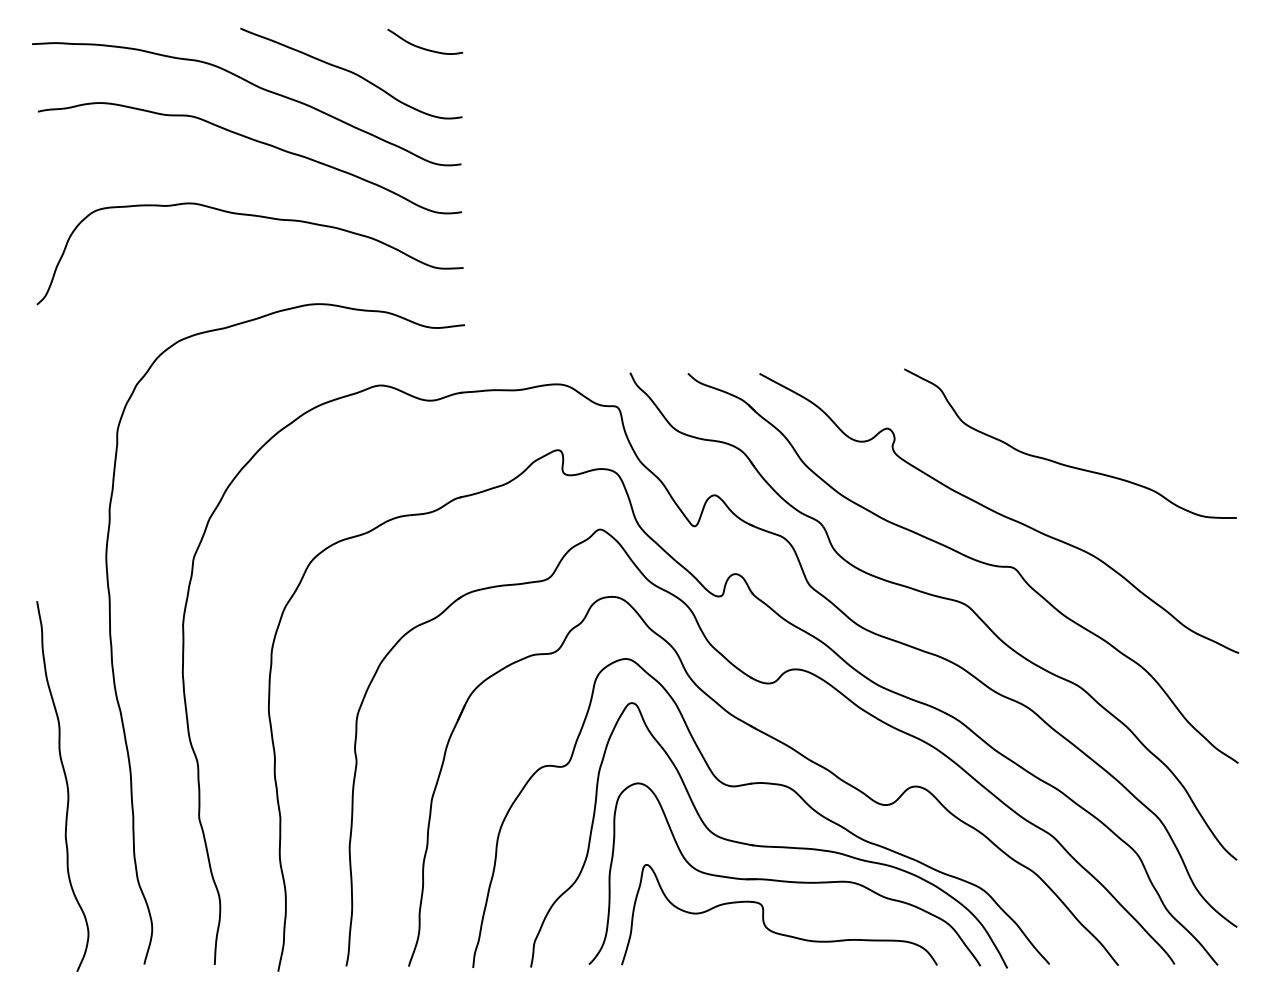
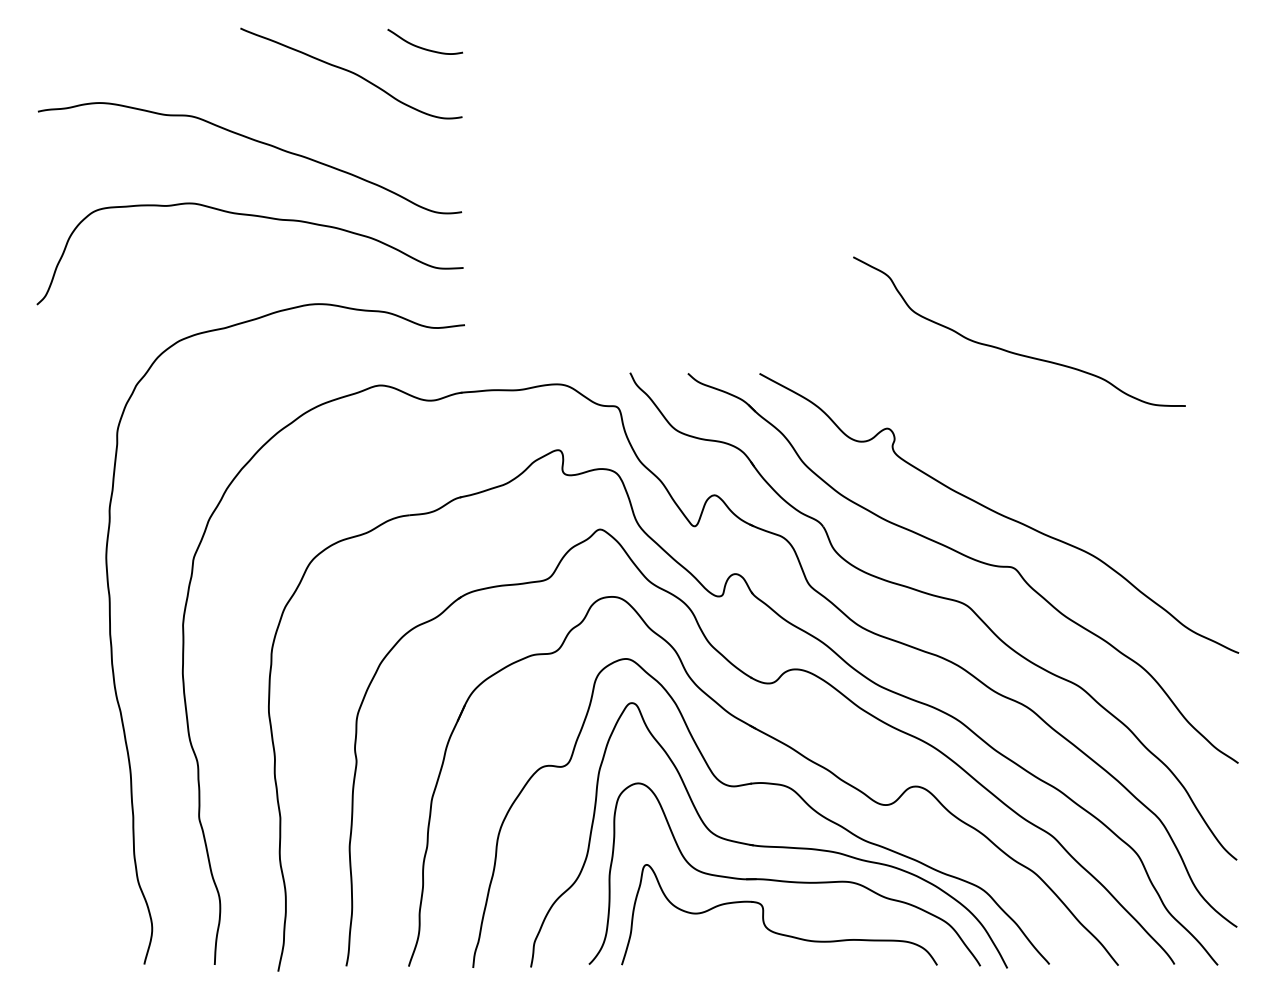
curve at (254, 86): present -> none
curve at (1063, 463) position: (1063, 463) -> (1012, 351)
curve at (66, 786): present -> none
